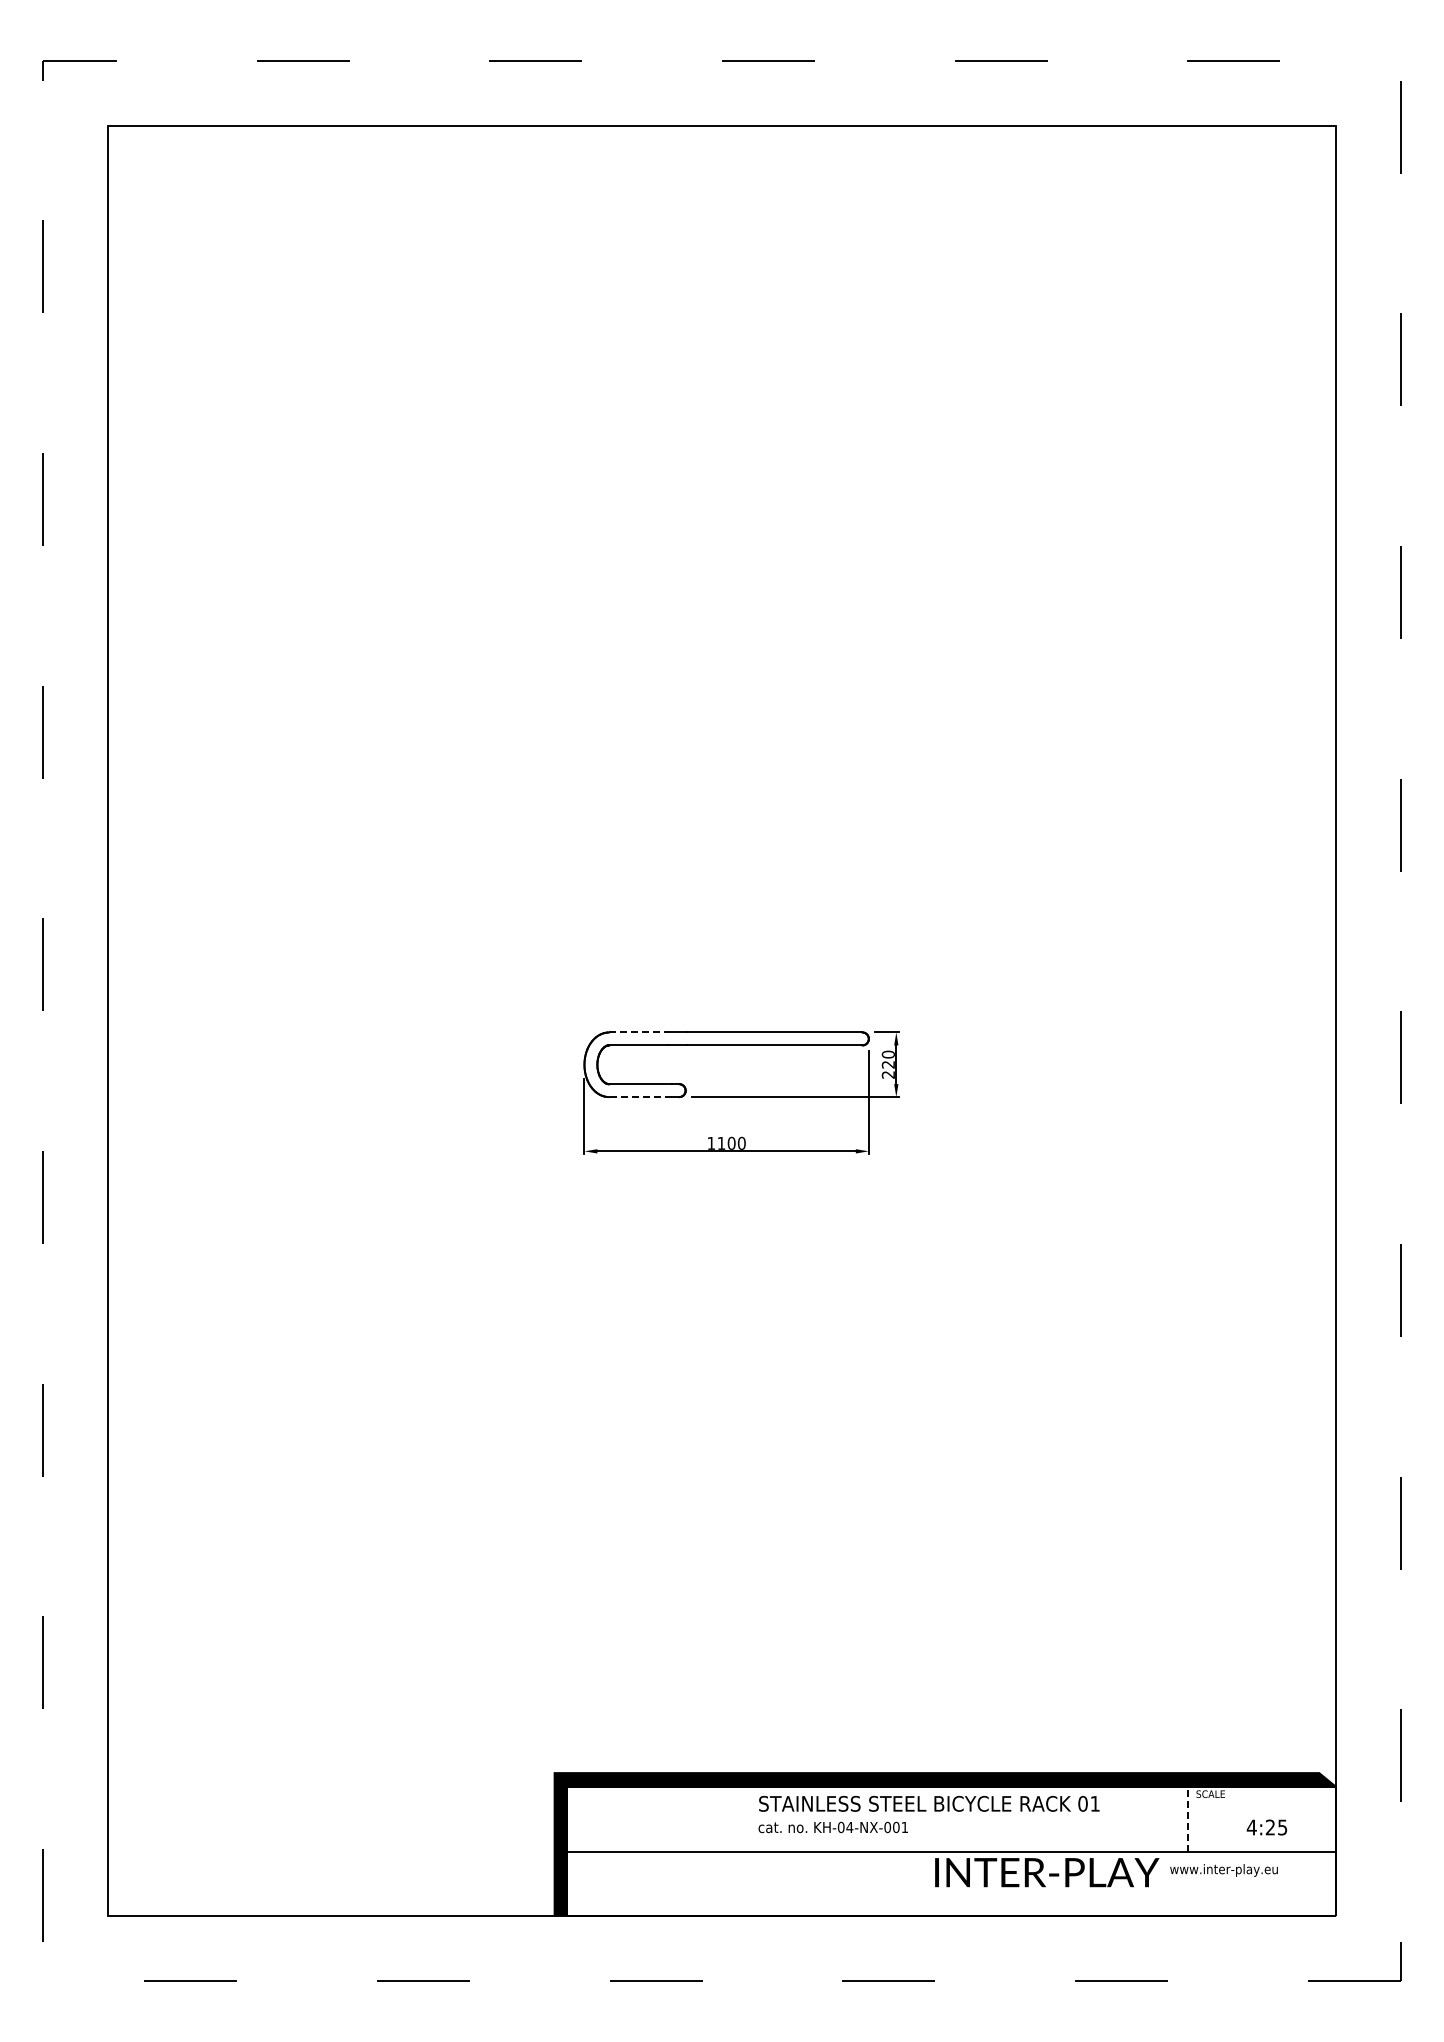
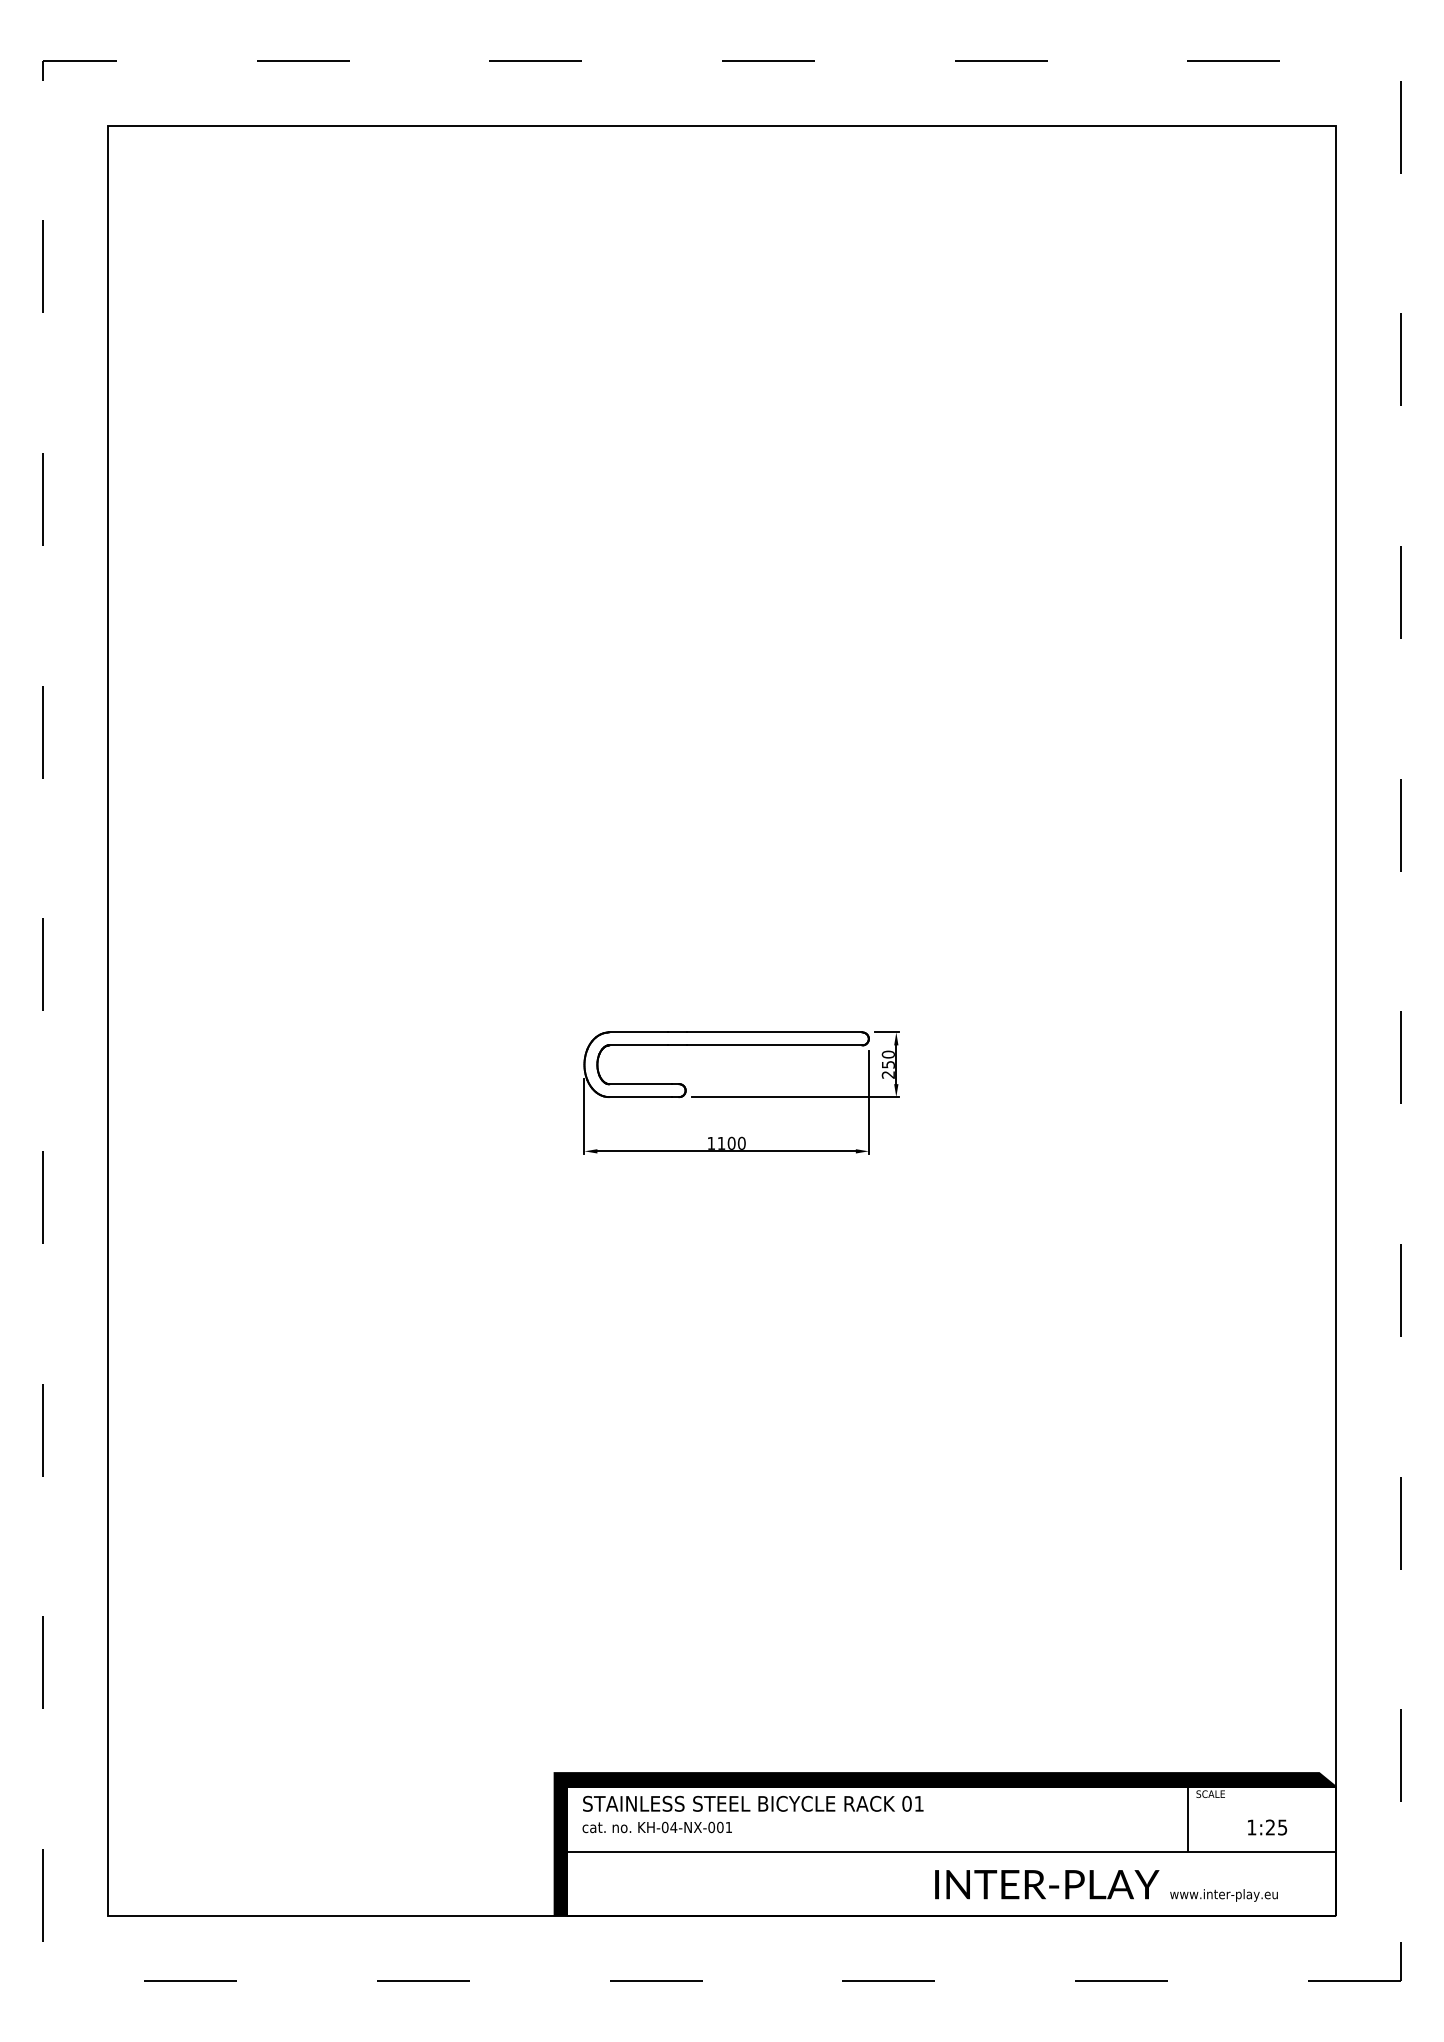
line at (638, 1032): dashed -> solid
text at (887, 1064): 220 -> 250
line at (639, 1097): dashed -> solid
text at (928, 1814) position: (928, 1814) -> (752, 1814)
line at (1188, 1818): dashed -> solid
text at (1251, 1827): 4:25 -> 1:25
text at (1223, 1870) position: (1223, 1870) -> (1223, 1895)
text at (1047, 1872) position: (1047, 1872) -> (1047, 1884)
